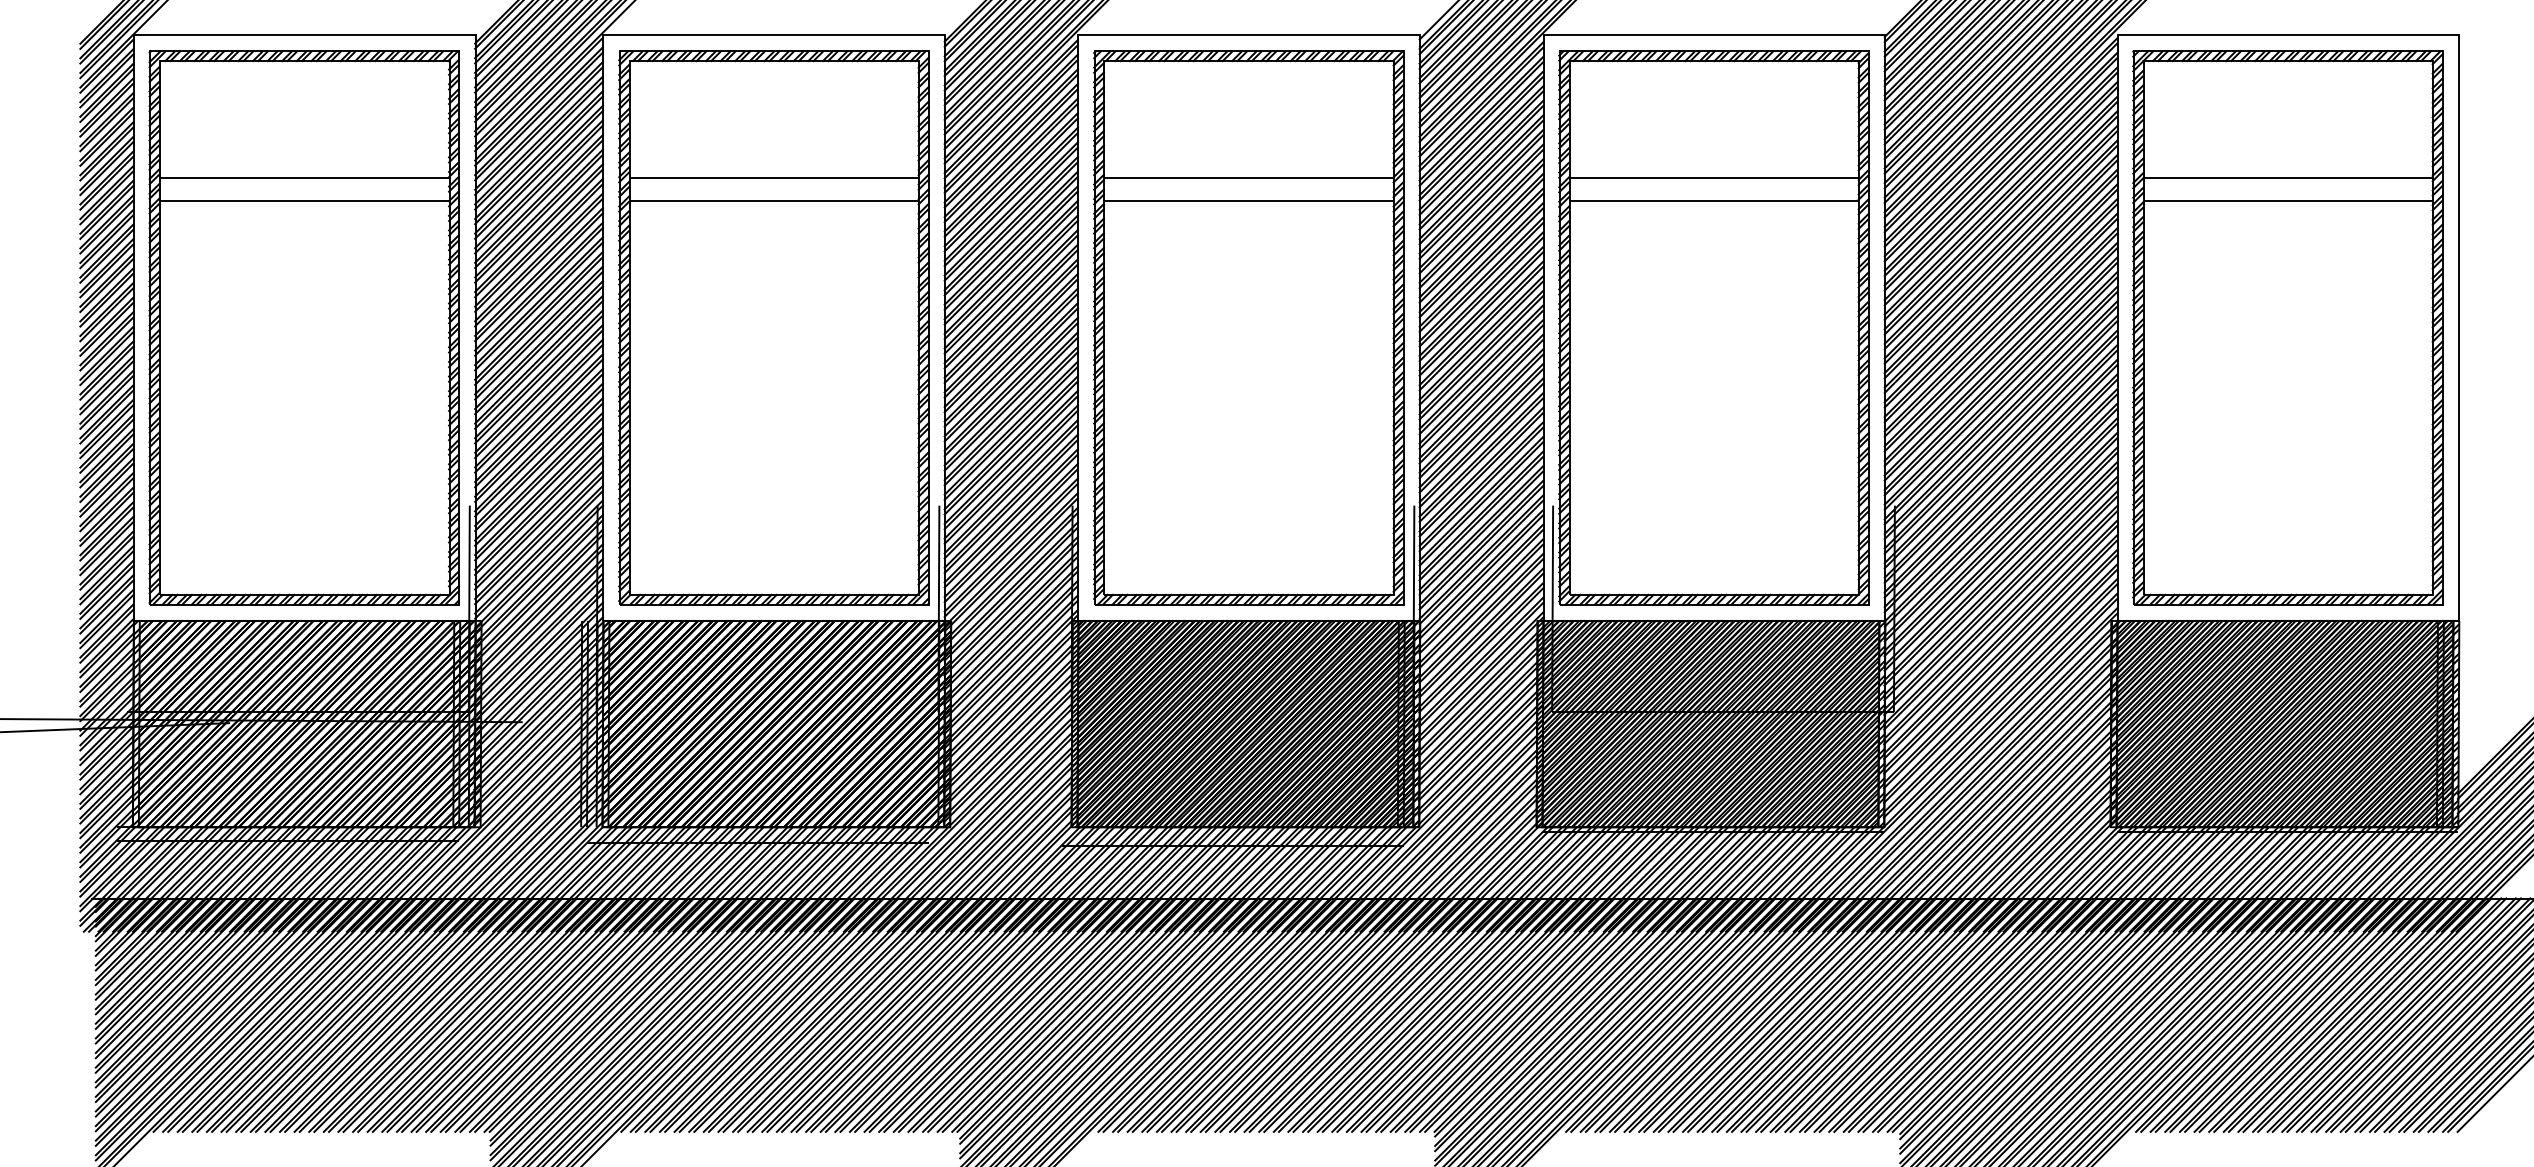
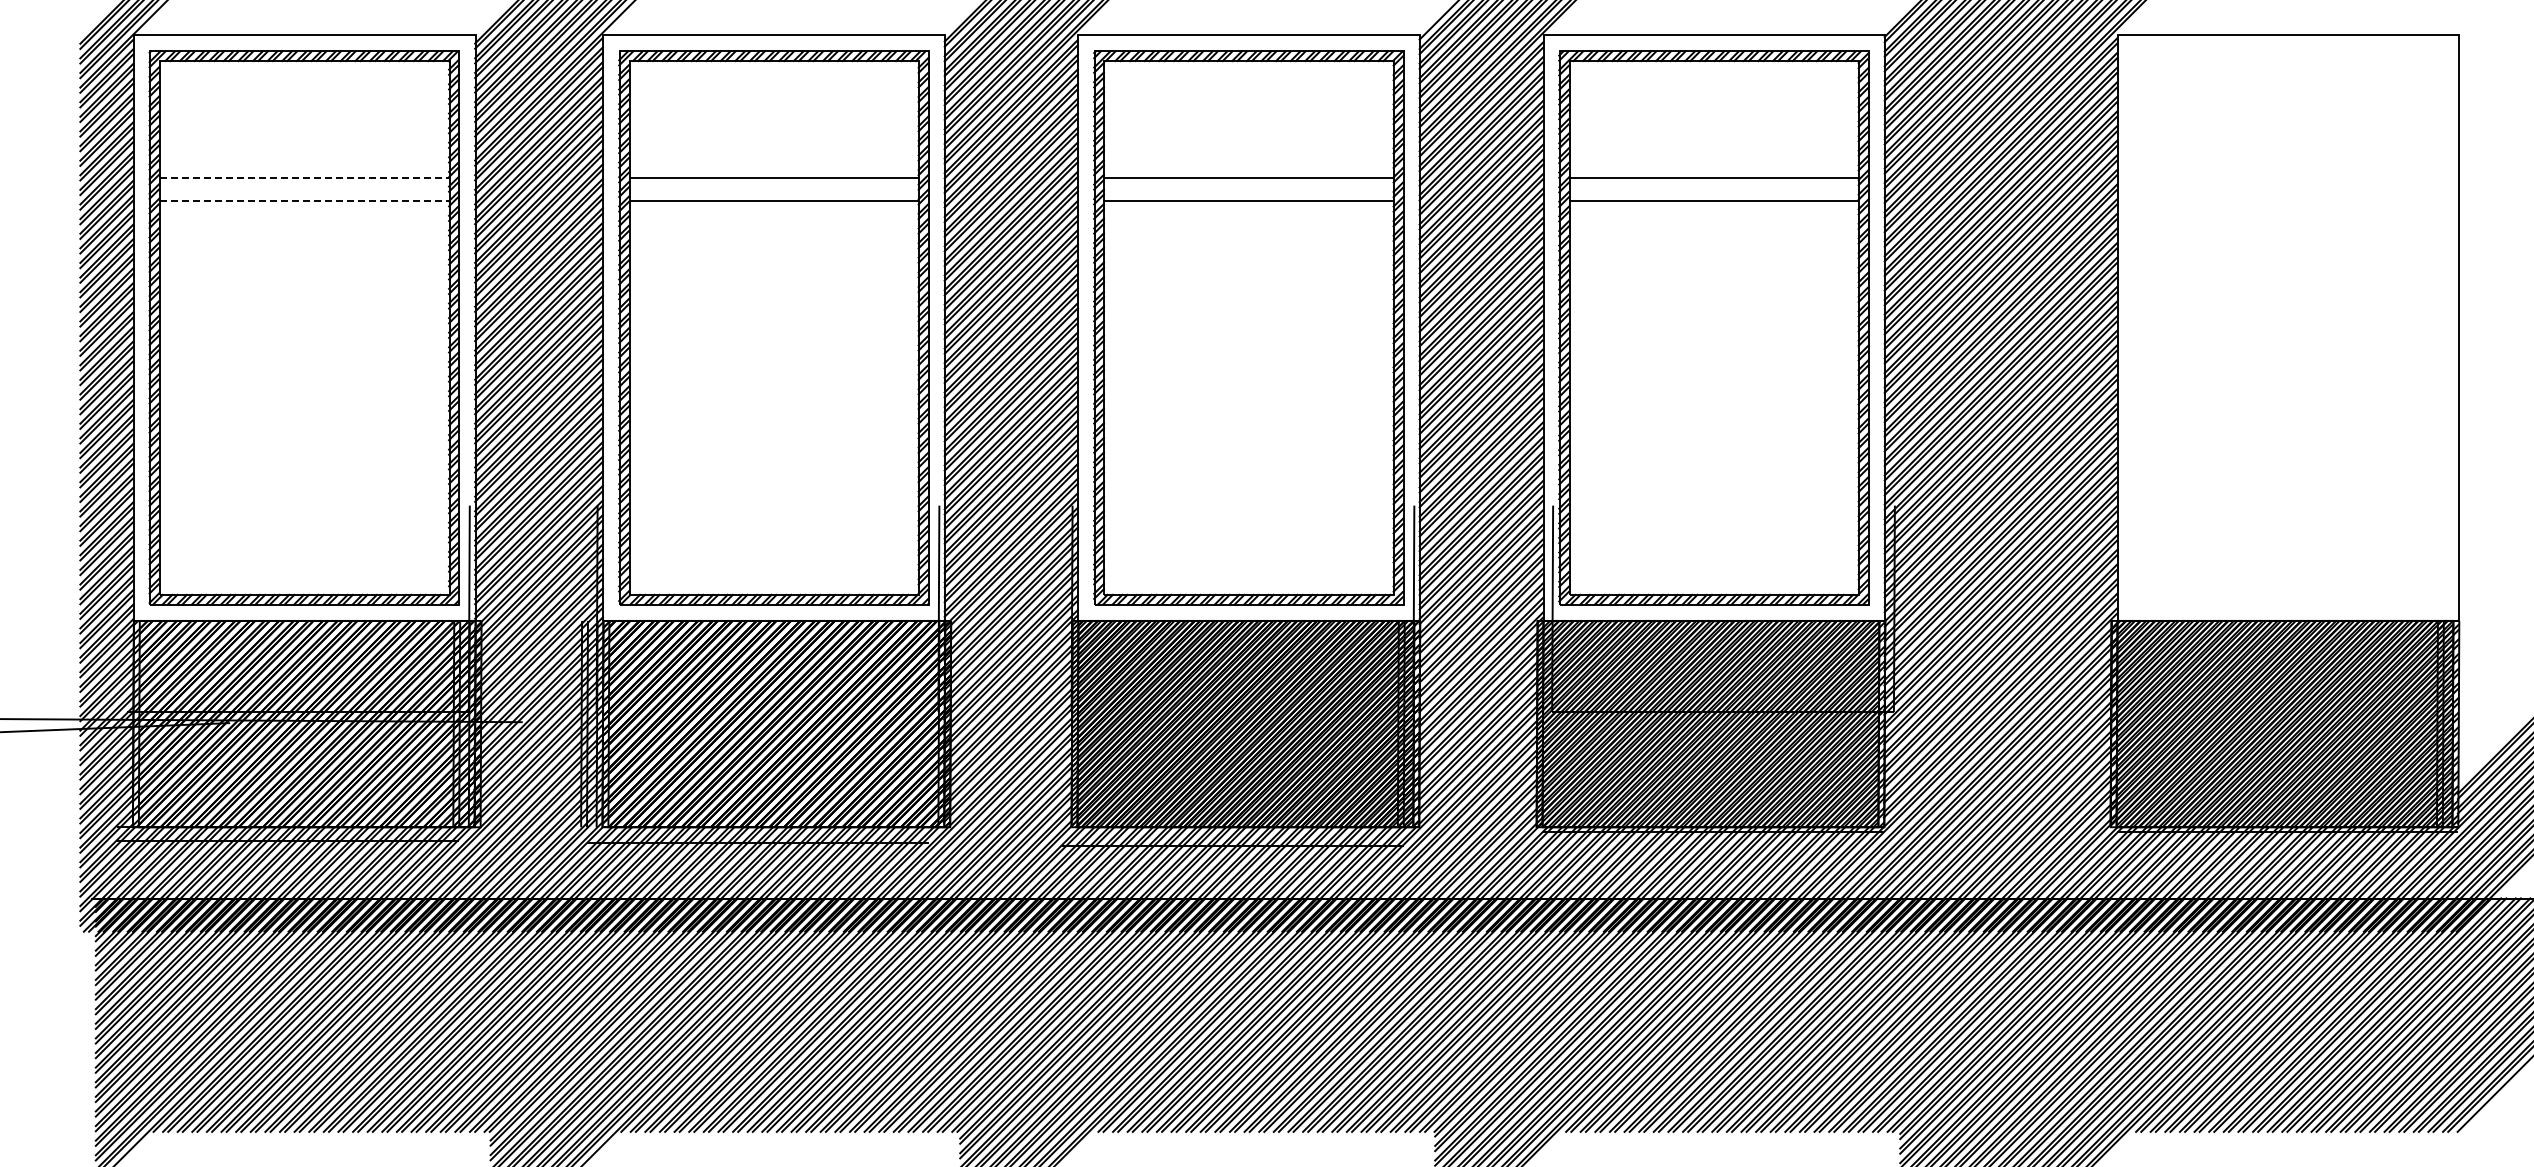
line at (304, 178): solid -> dashed
line at (304, 201): solid -> dashed
part at (2287, 327): present -> none
